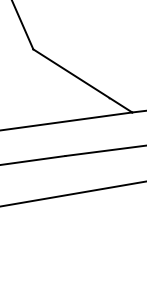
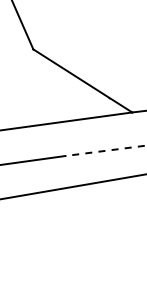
line at (106, 150): solid -> dashed
line at (72, 194) position: (72, 194) -> (72, 186)
